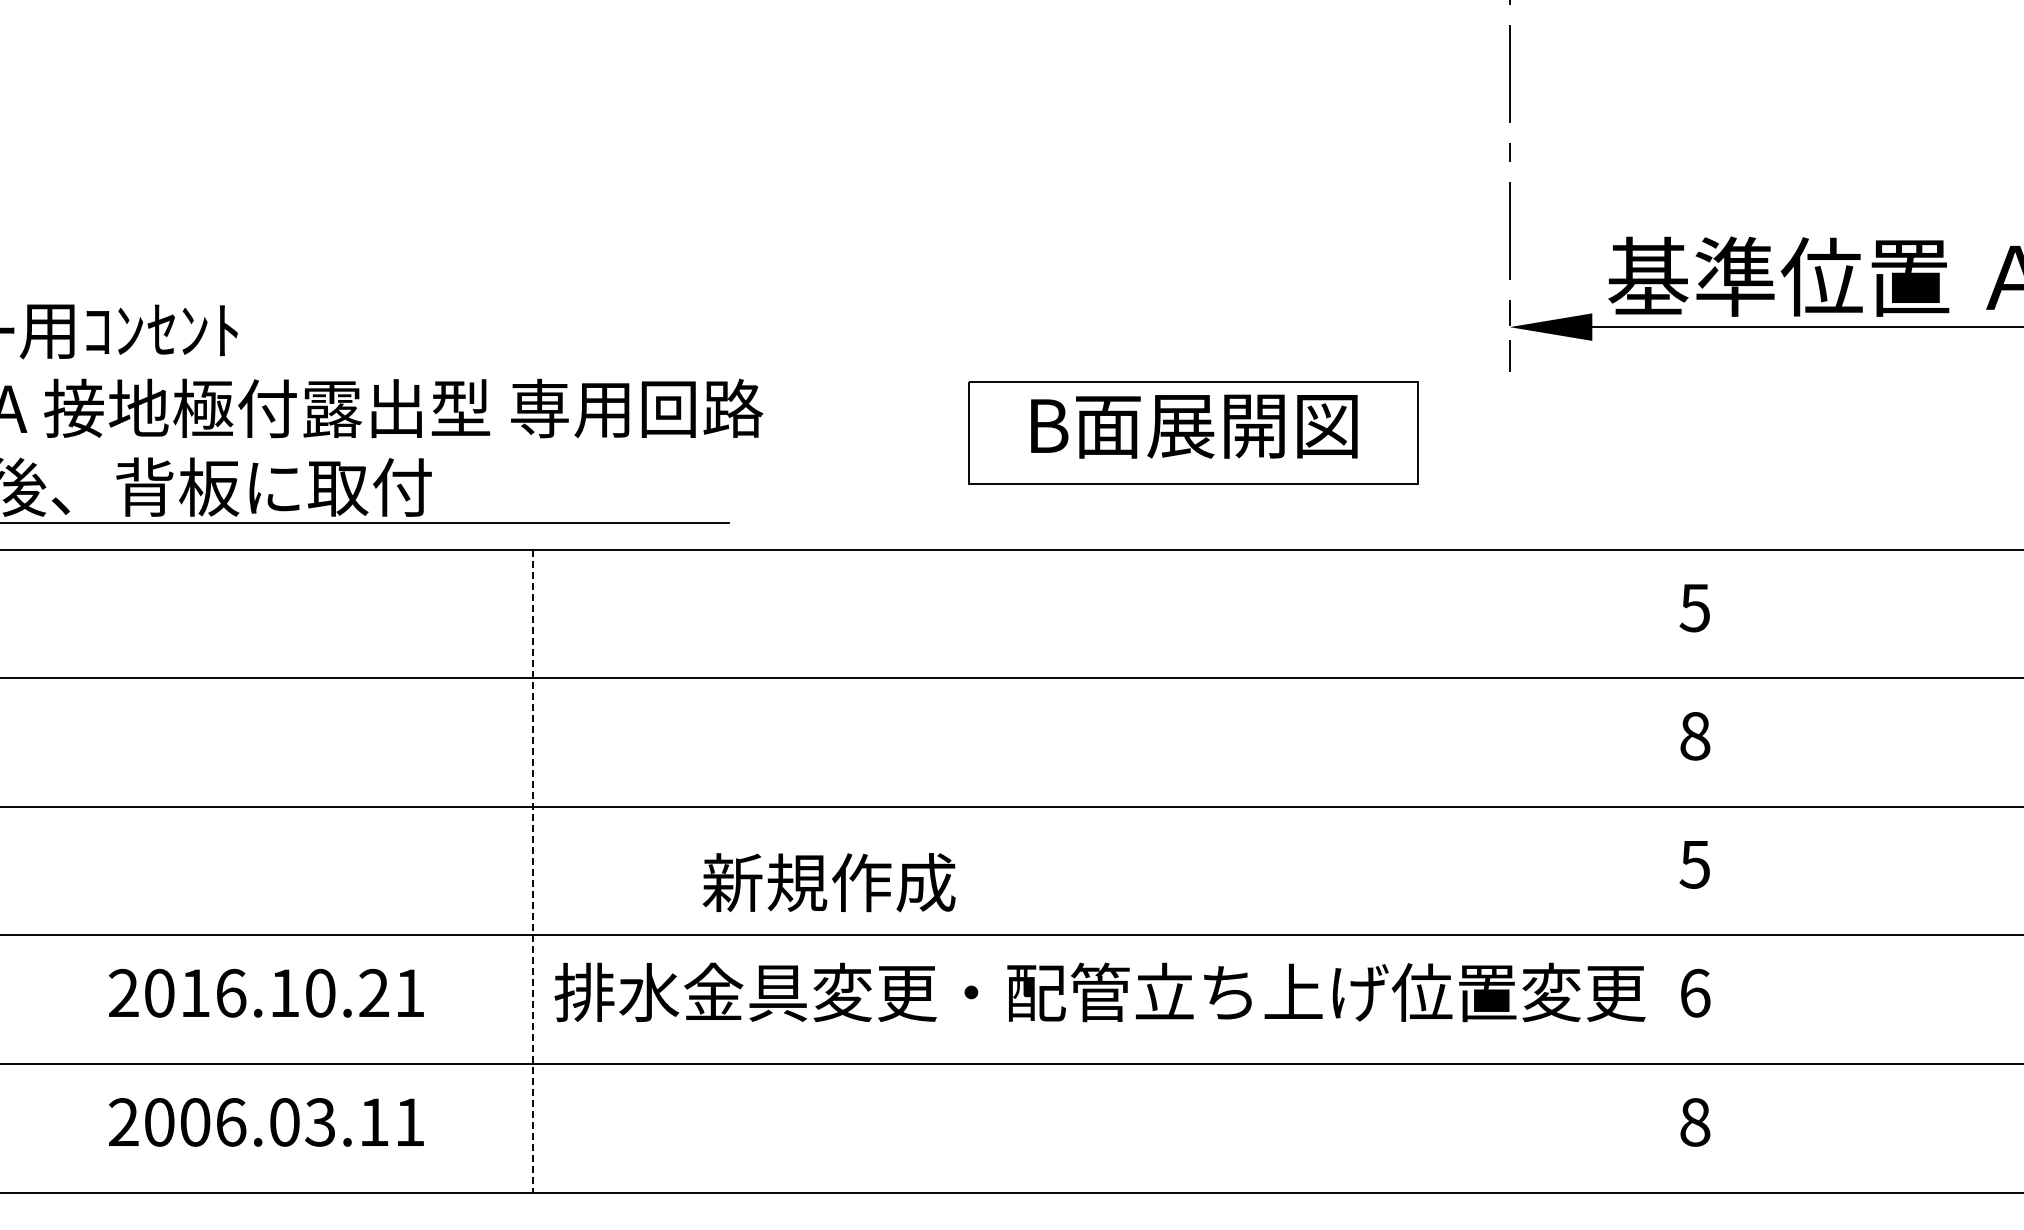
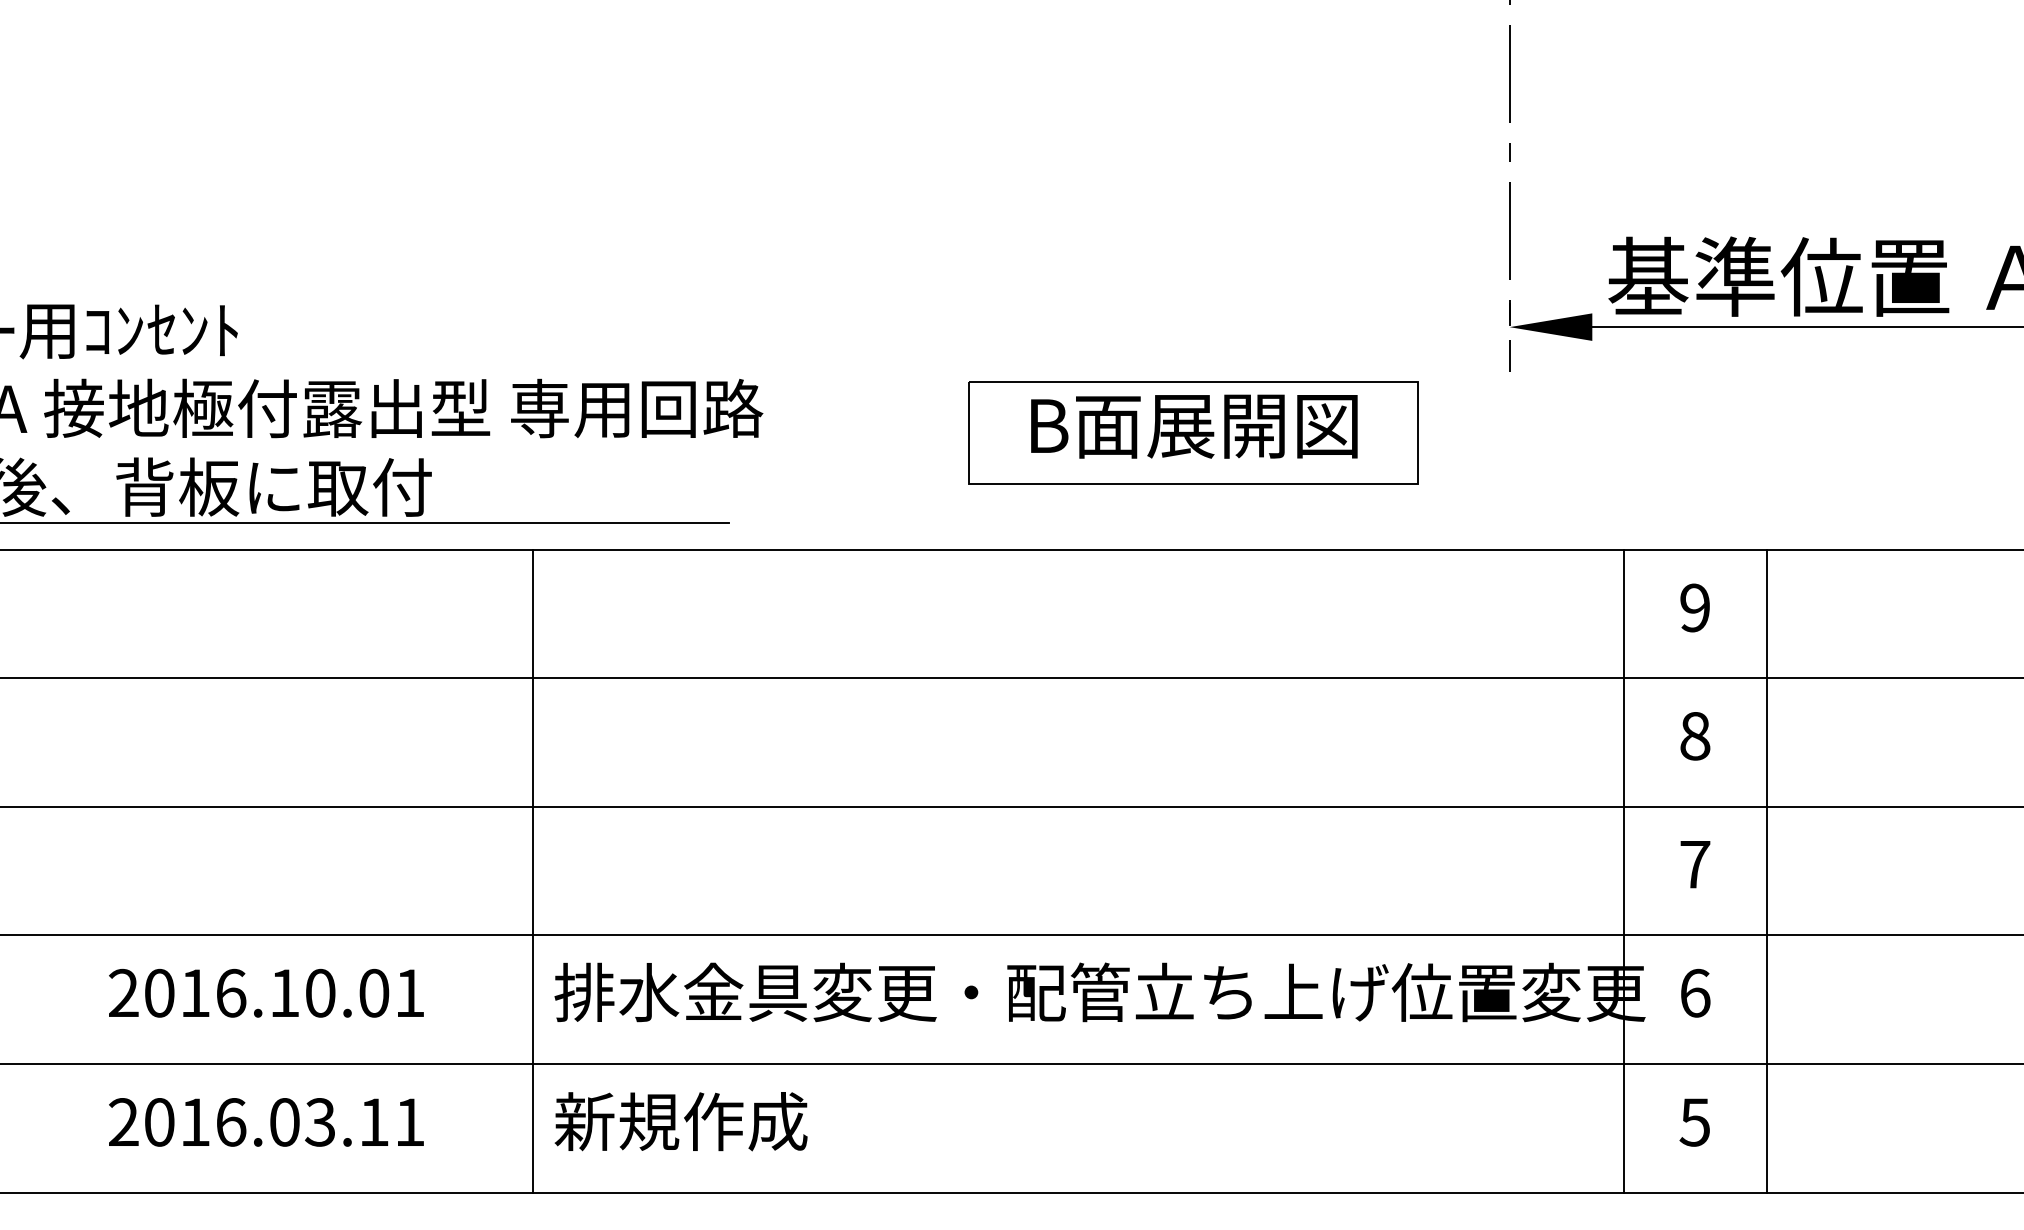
text at (1694, 607): 5 -> 9
text at (1694, 864): 5 -> 7
line at (532, 871): dashed -> solid
line at (1624, 871): none -> present
line at (1766, 871): none -> present
text at (828, 882) position: (828, 882) -> (680, 1121)
text at (374, 993): 2016.10.21 -> 2016.10.01
text at (195, 1122): 2006.03.11 -> 2016.03.11
text at (1694, 1122): 8 -> 5
